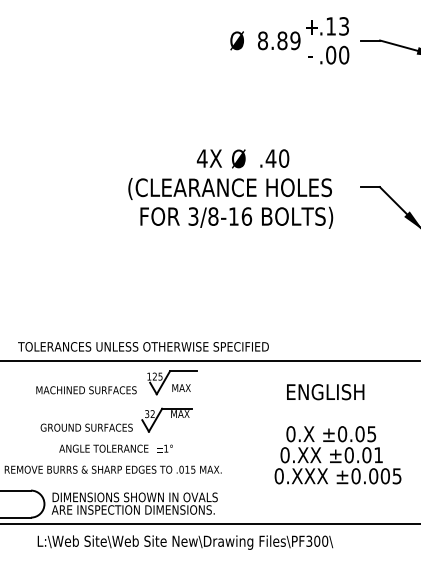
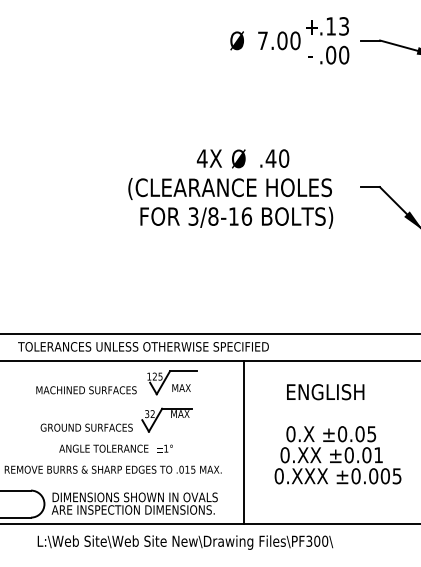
text at (279, 40): 8.89 -> 7.00
line at (209, 333): none -> present
line at (243, 442): none -> present
